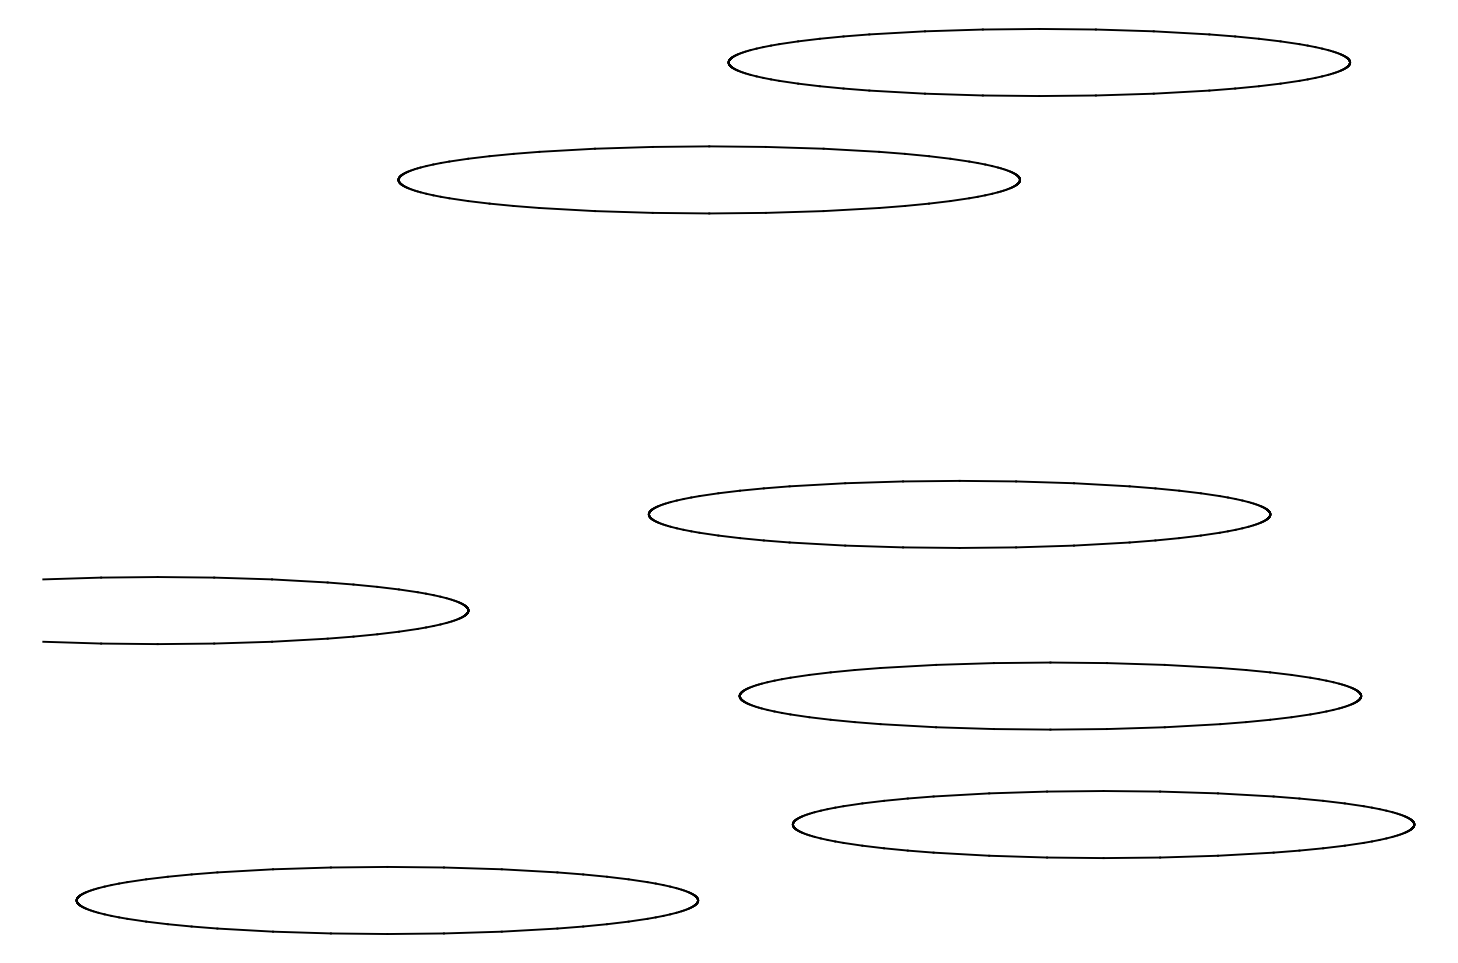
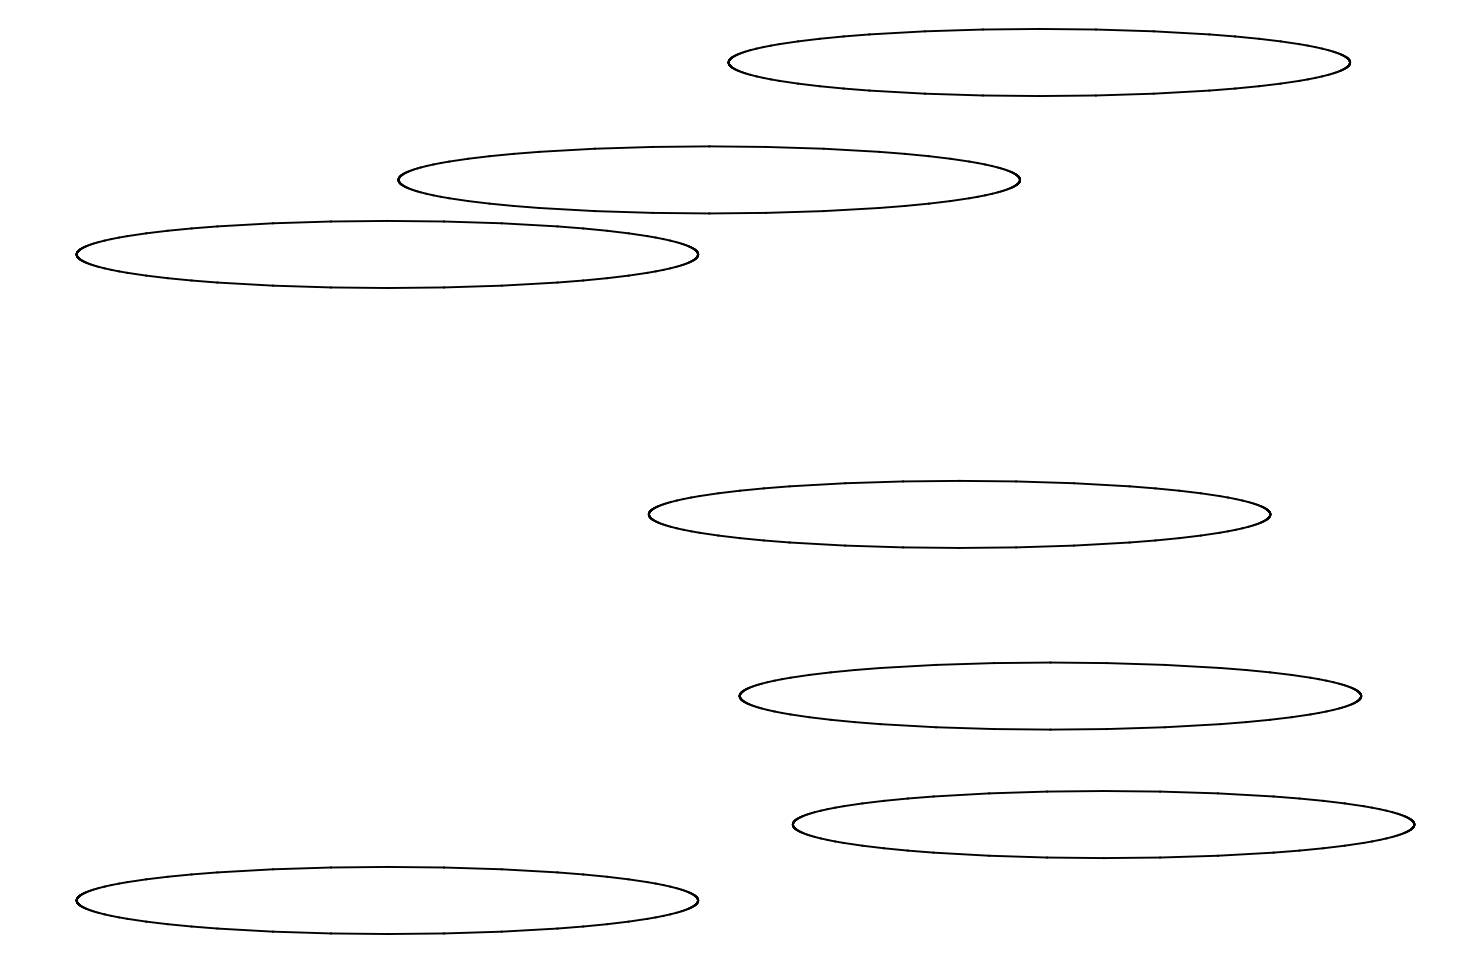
part at (387, 254): none -> present
part at (255, 579): present -> none
